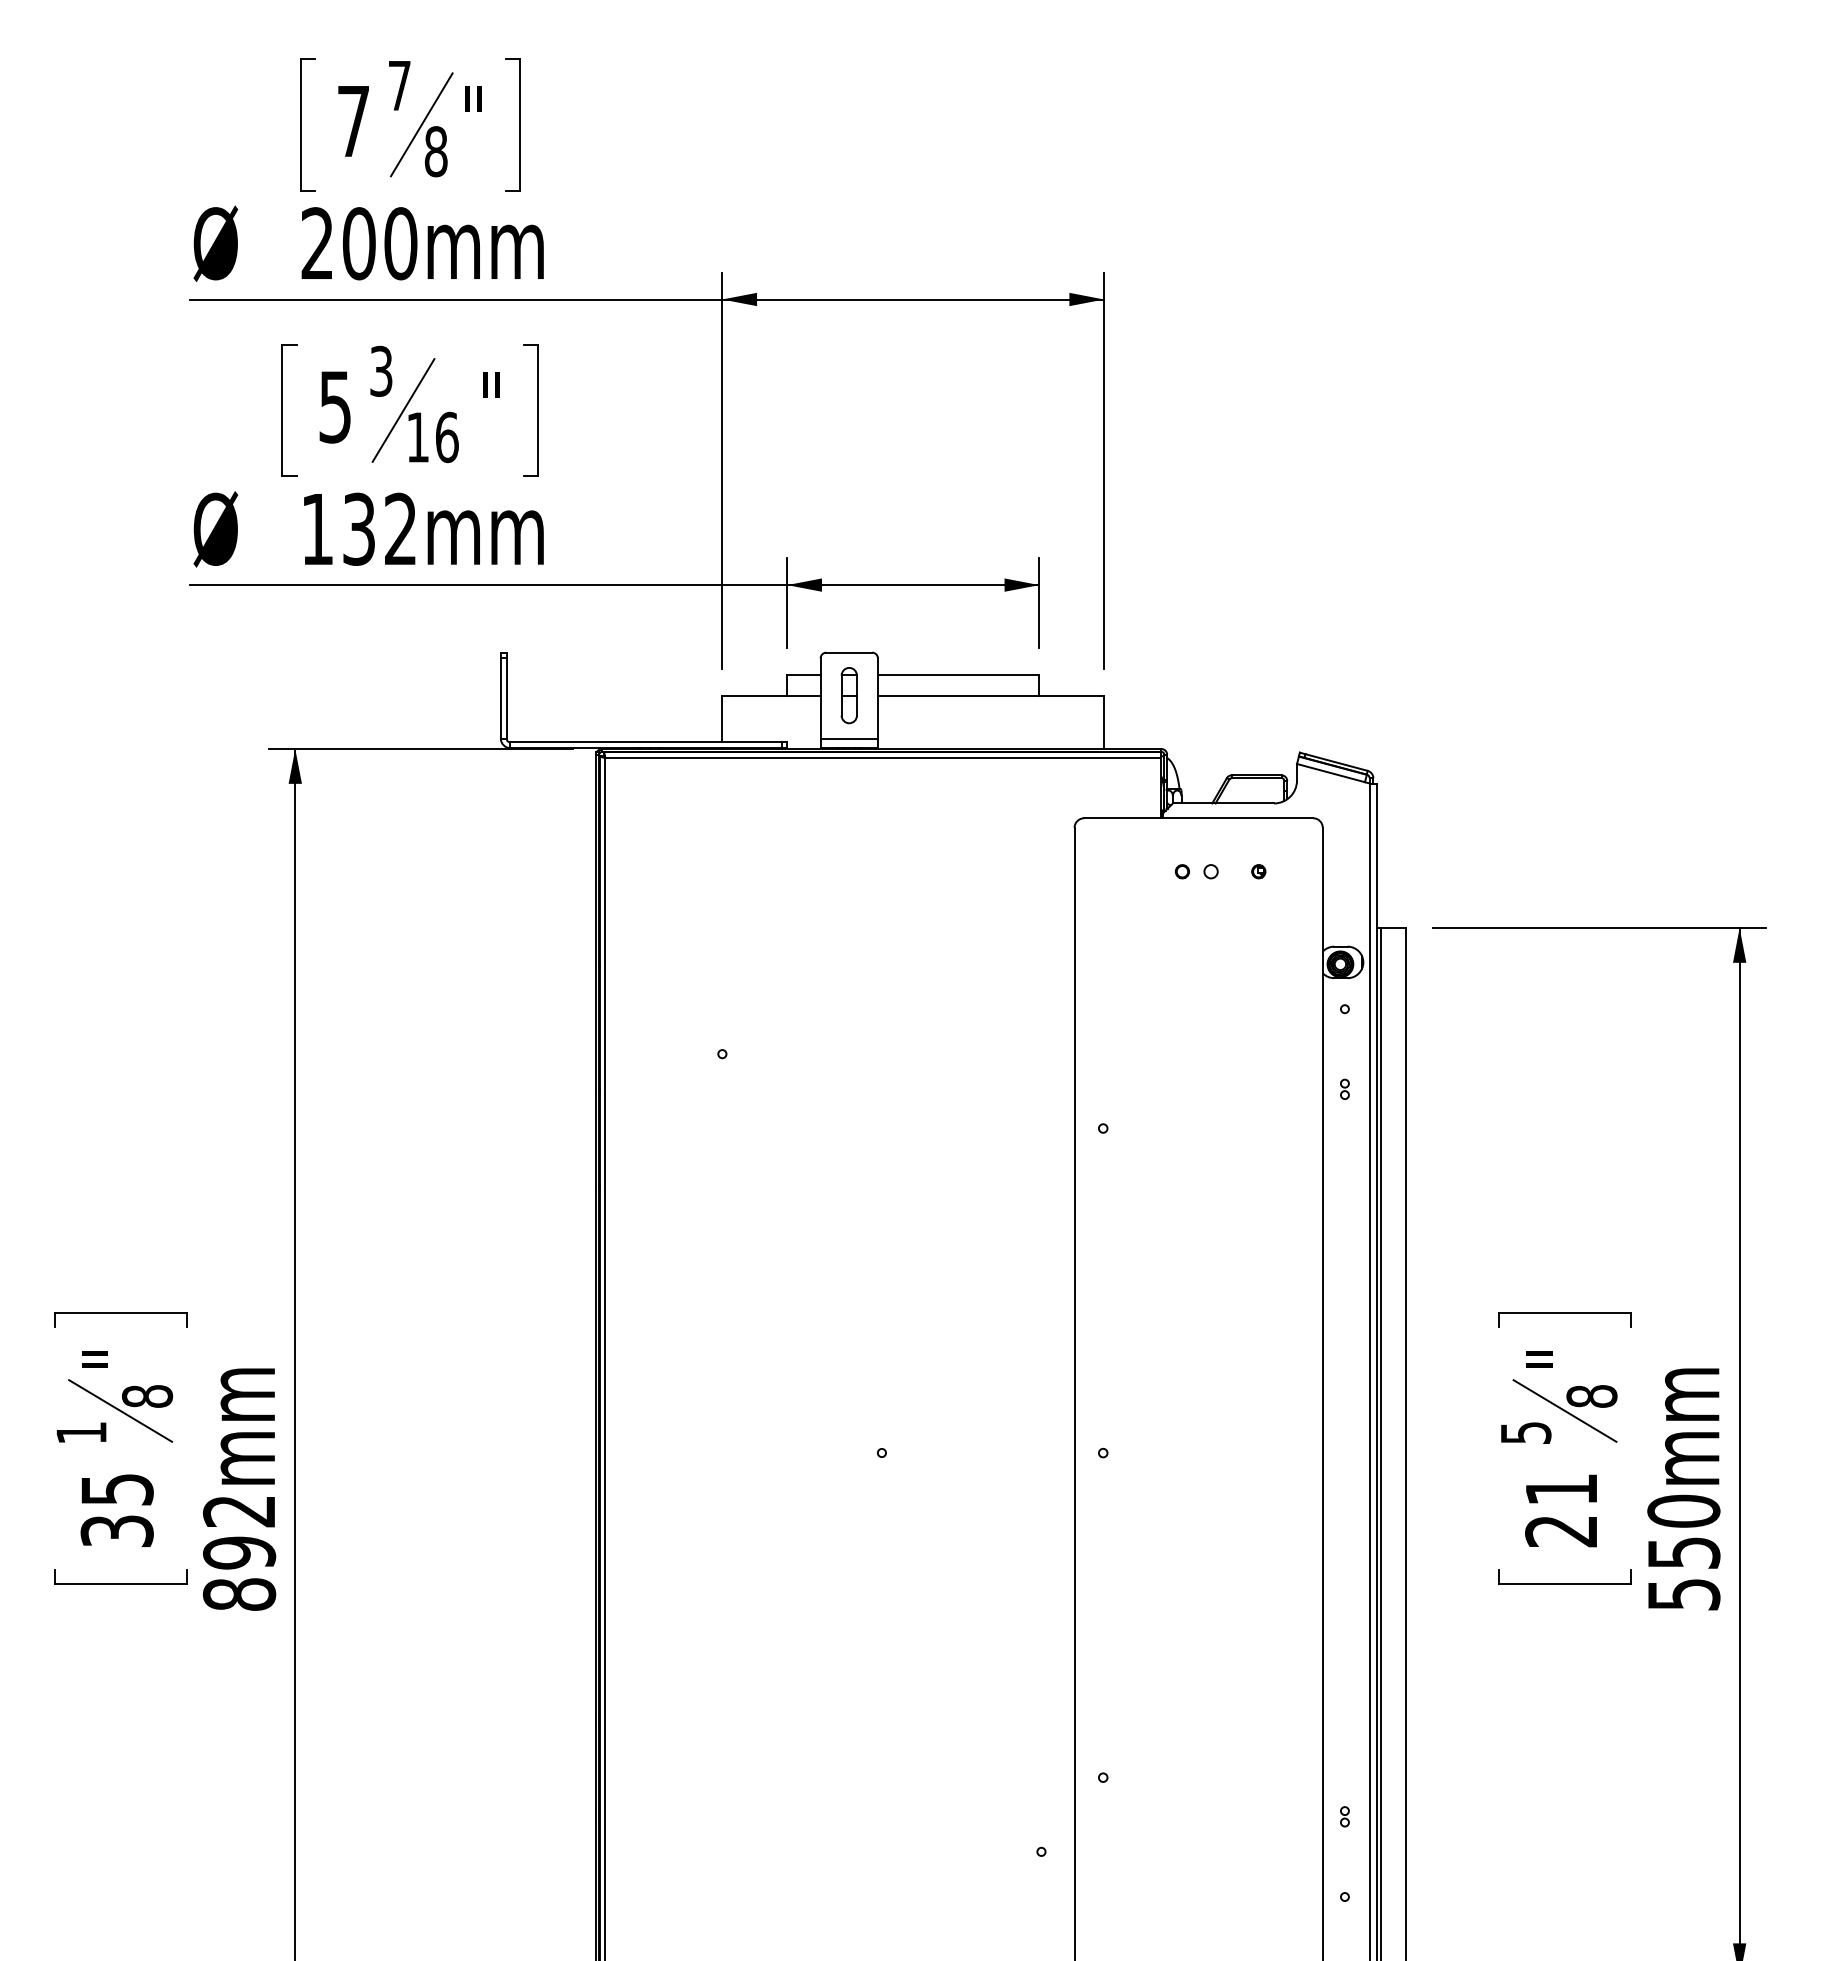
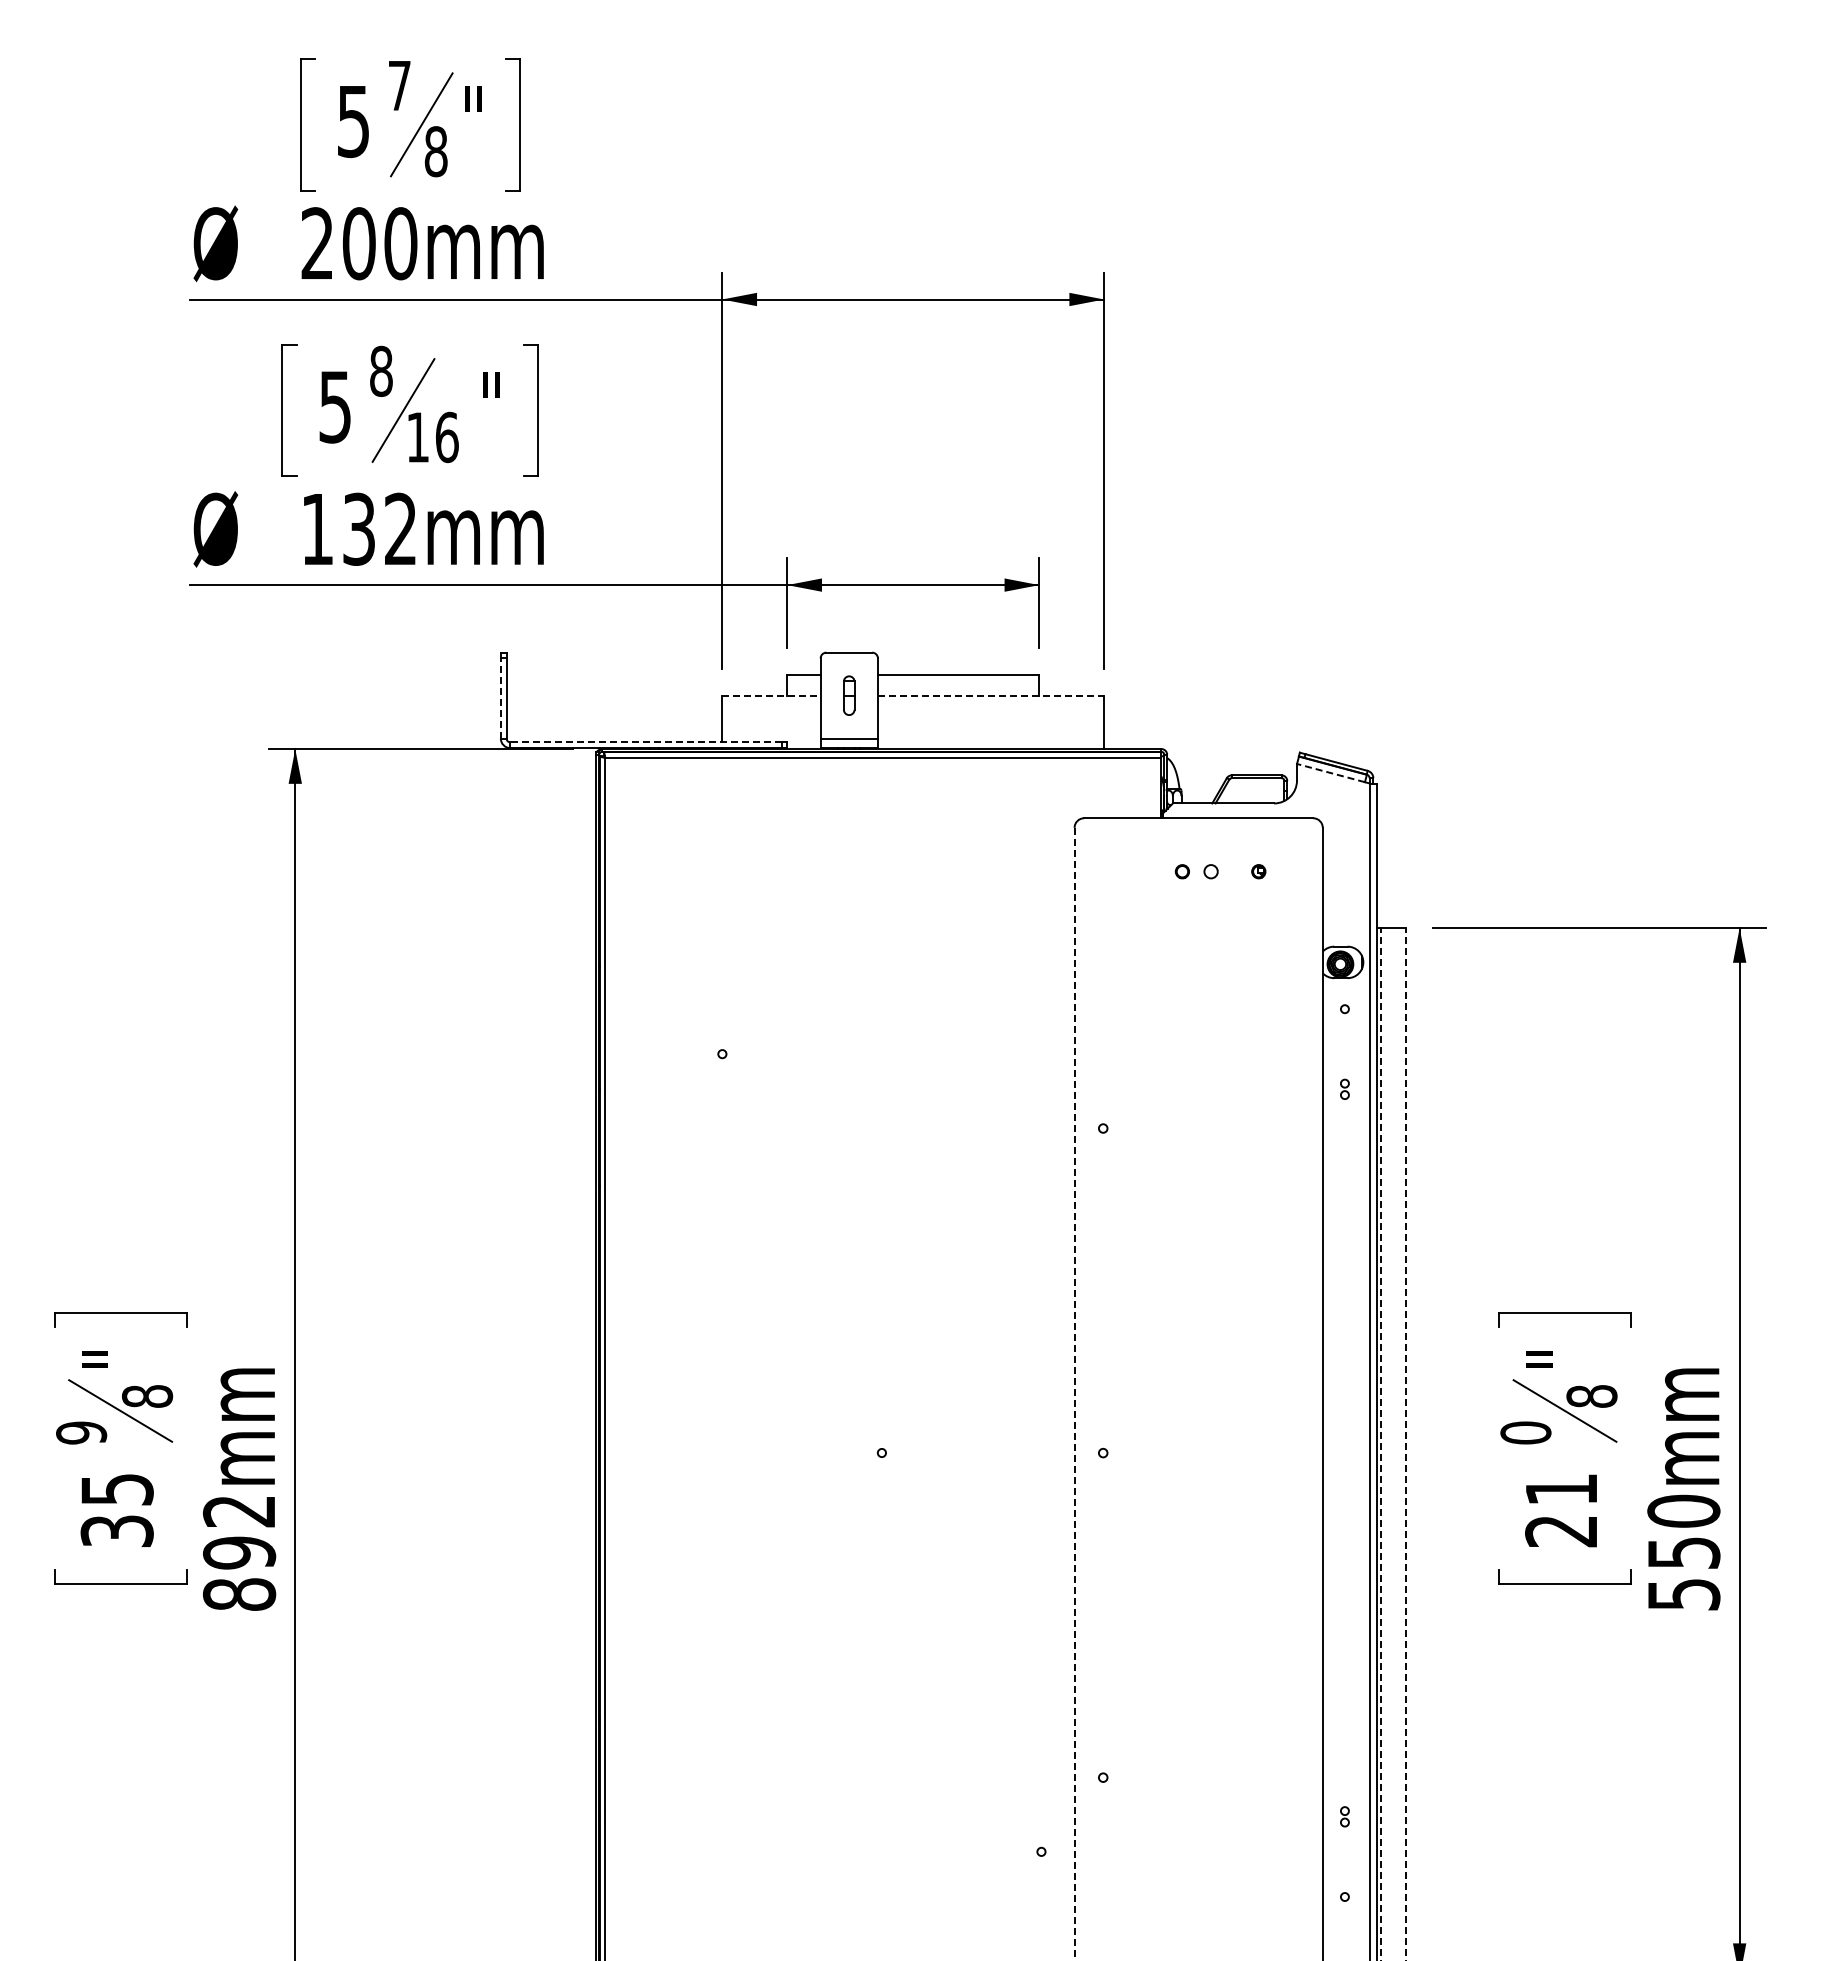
text at (353, 122): 7 -> 5
text at (381, 370): 3 -> 8
part at (848, 695) size: 18x58 px -> 13x41 px
line at (771, 696): solid -> dashed
line at (991, 696): solid -> dashed
line at (500, 697): solid -> dashed
line at (645, 742): solid -> dashed
line at (1330, 772): solid -> dashed
line at (1074, 1394): solid -> dashed
text at (81, 1432): 1 -> 9
text at (1525, 1432): 5 -> 0
line at (1381, 1443): solid -> dashed
line at (1405, 1443): solid -> dashed
